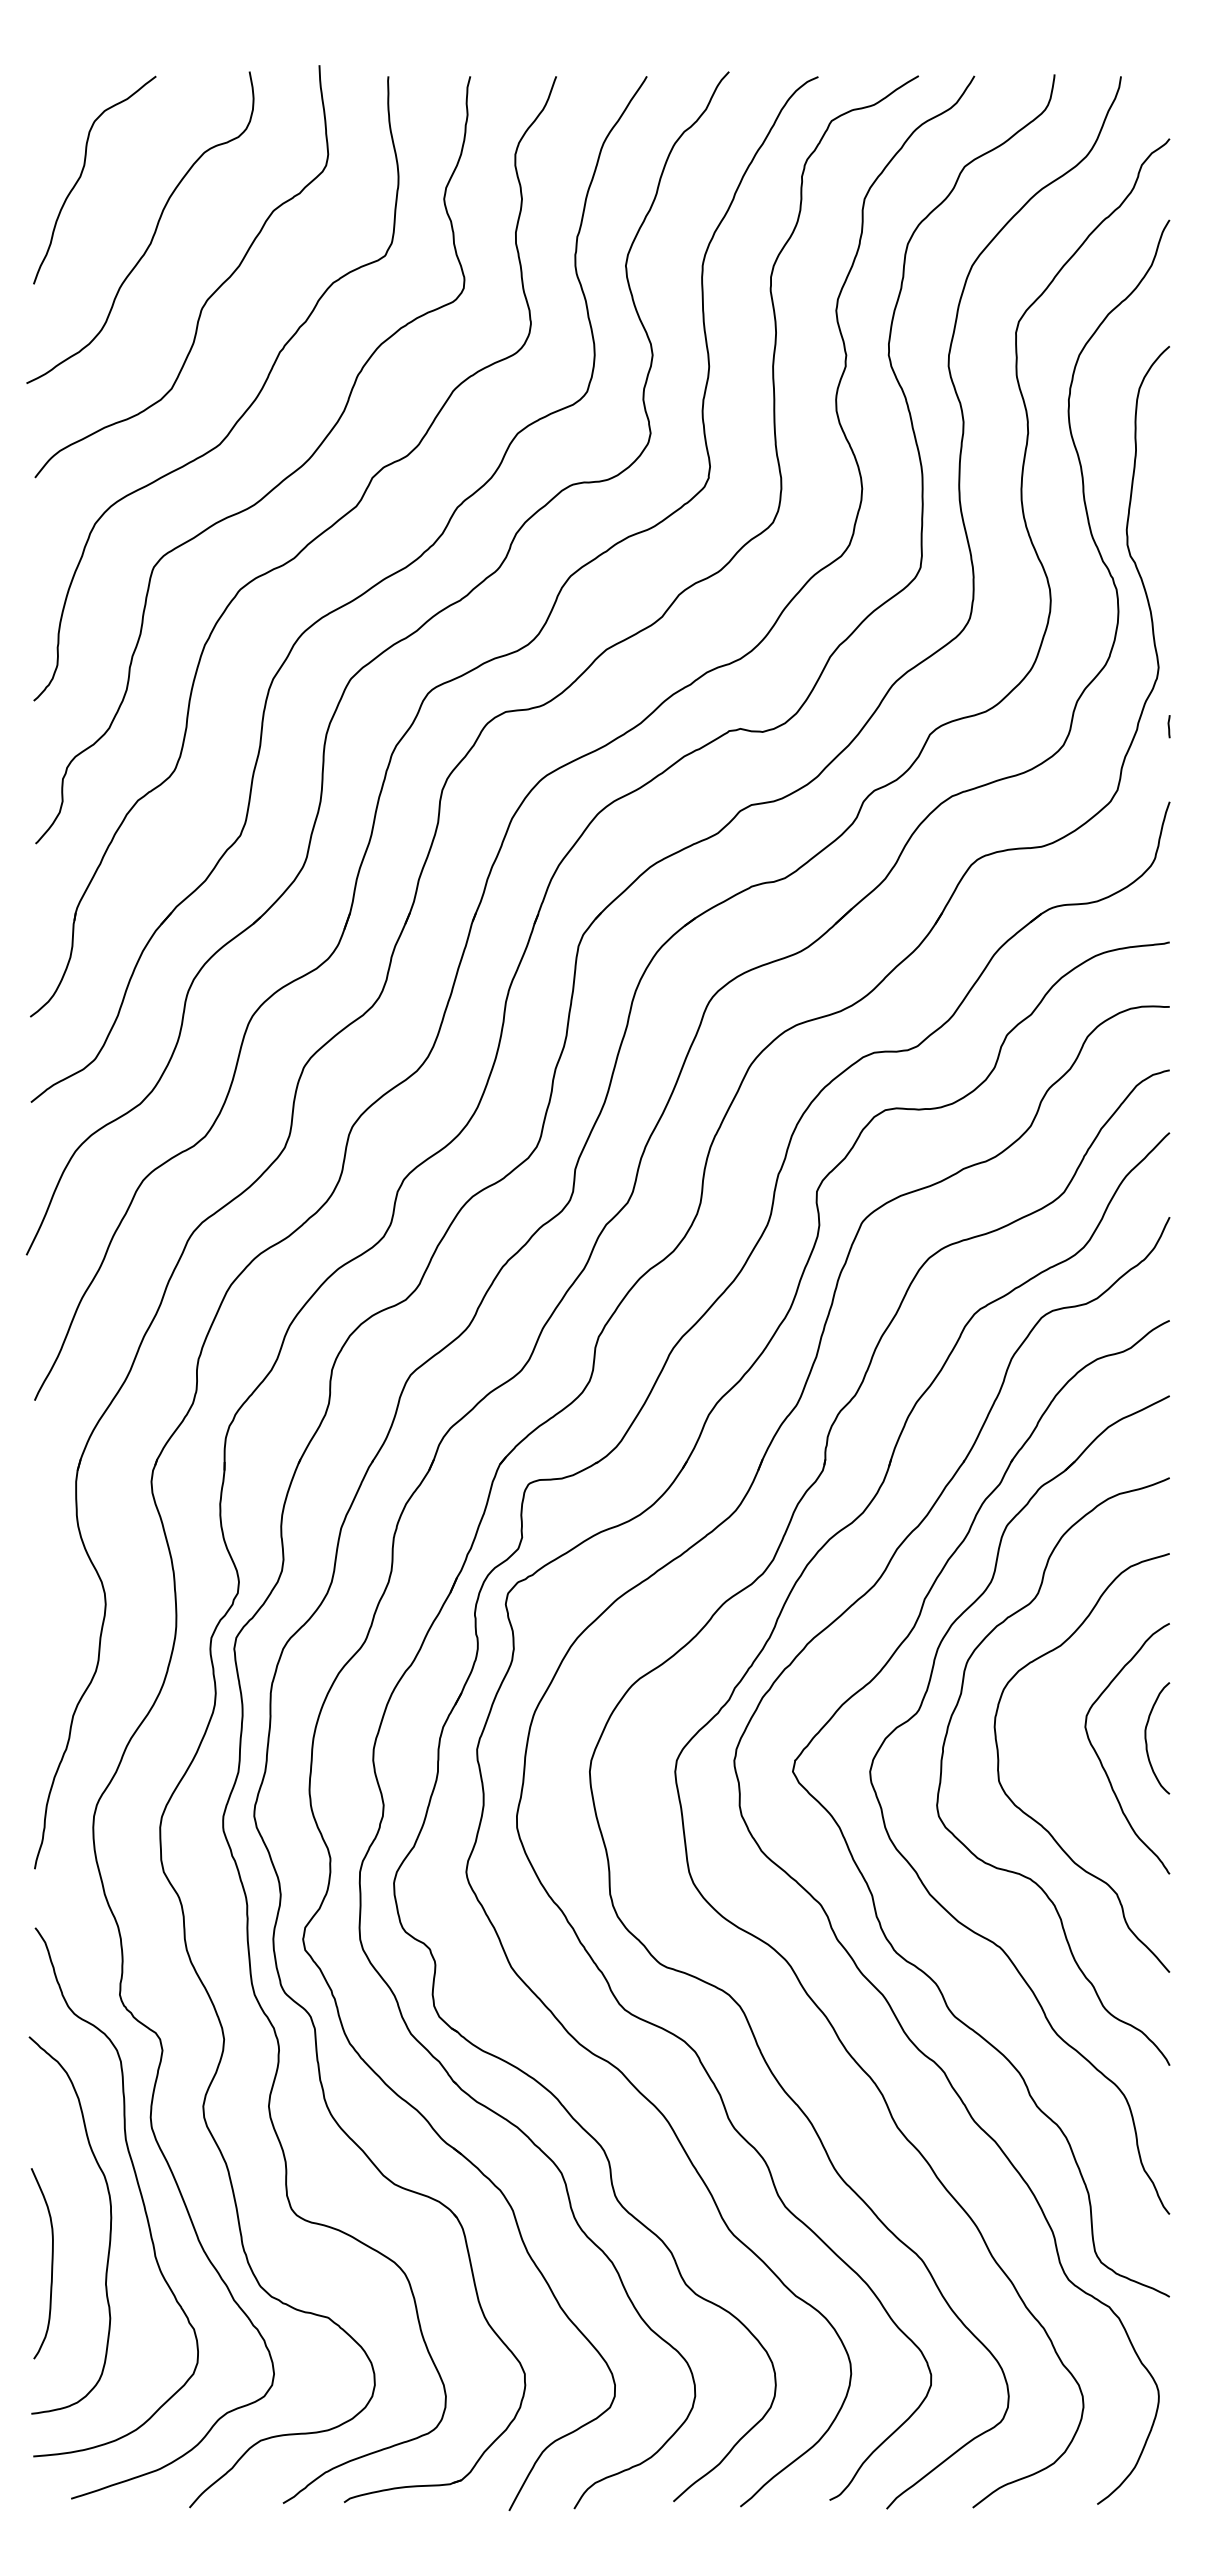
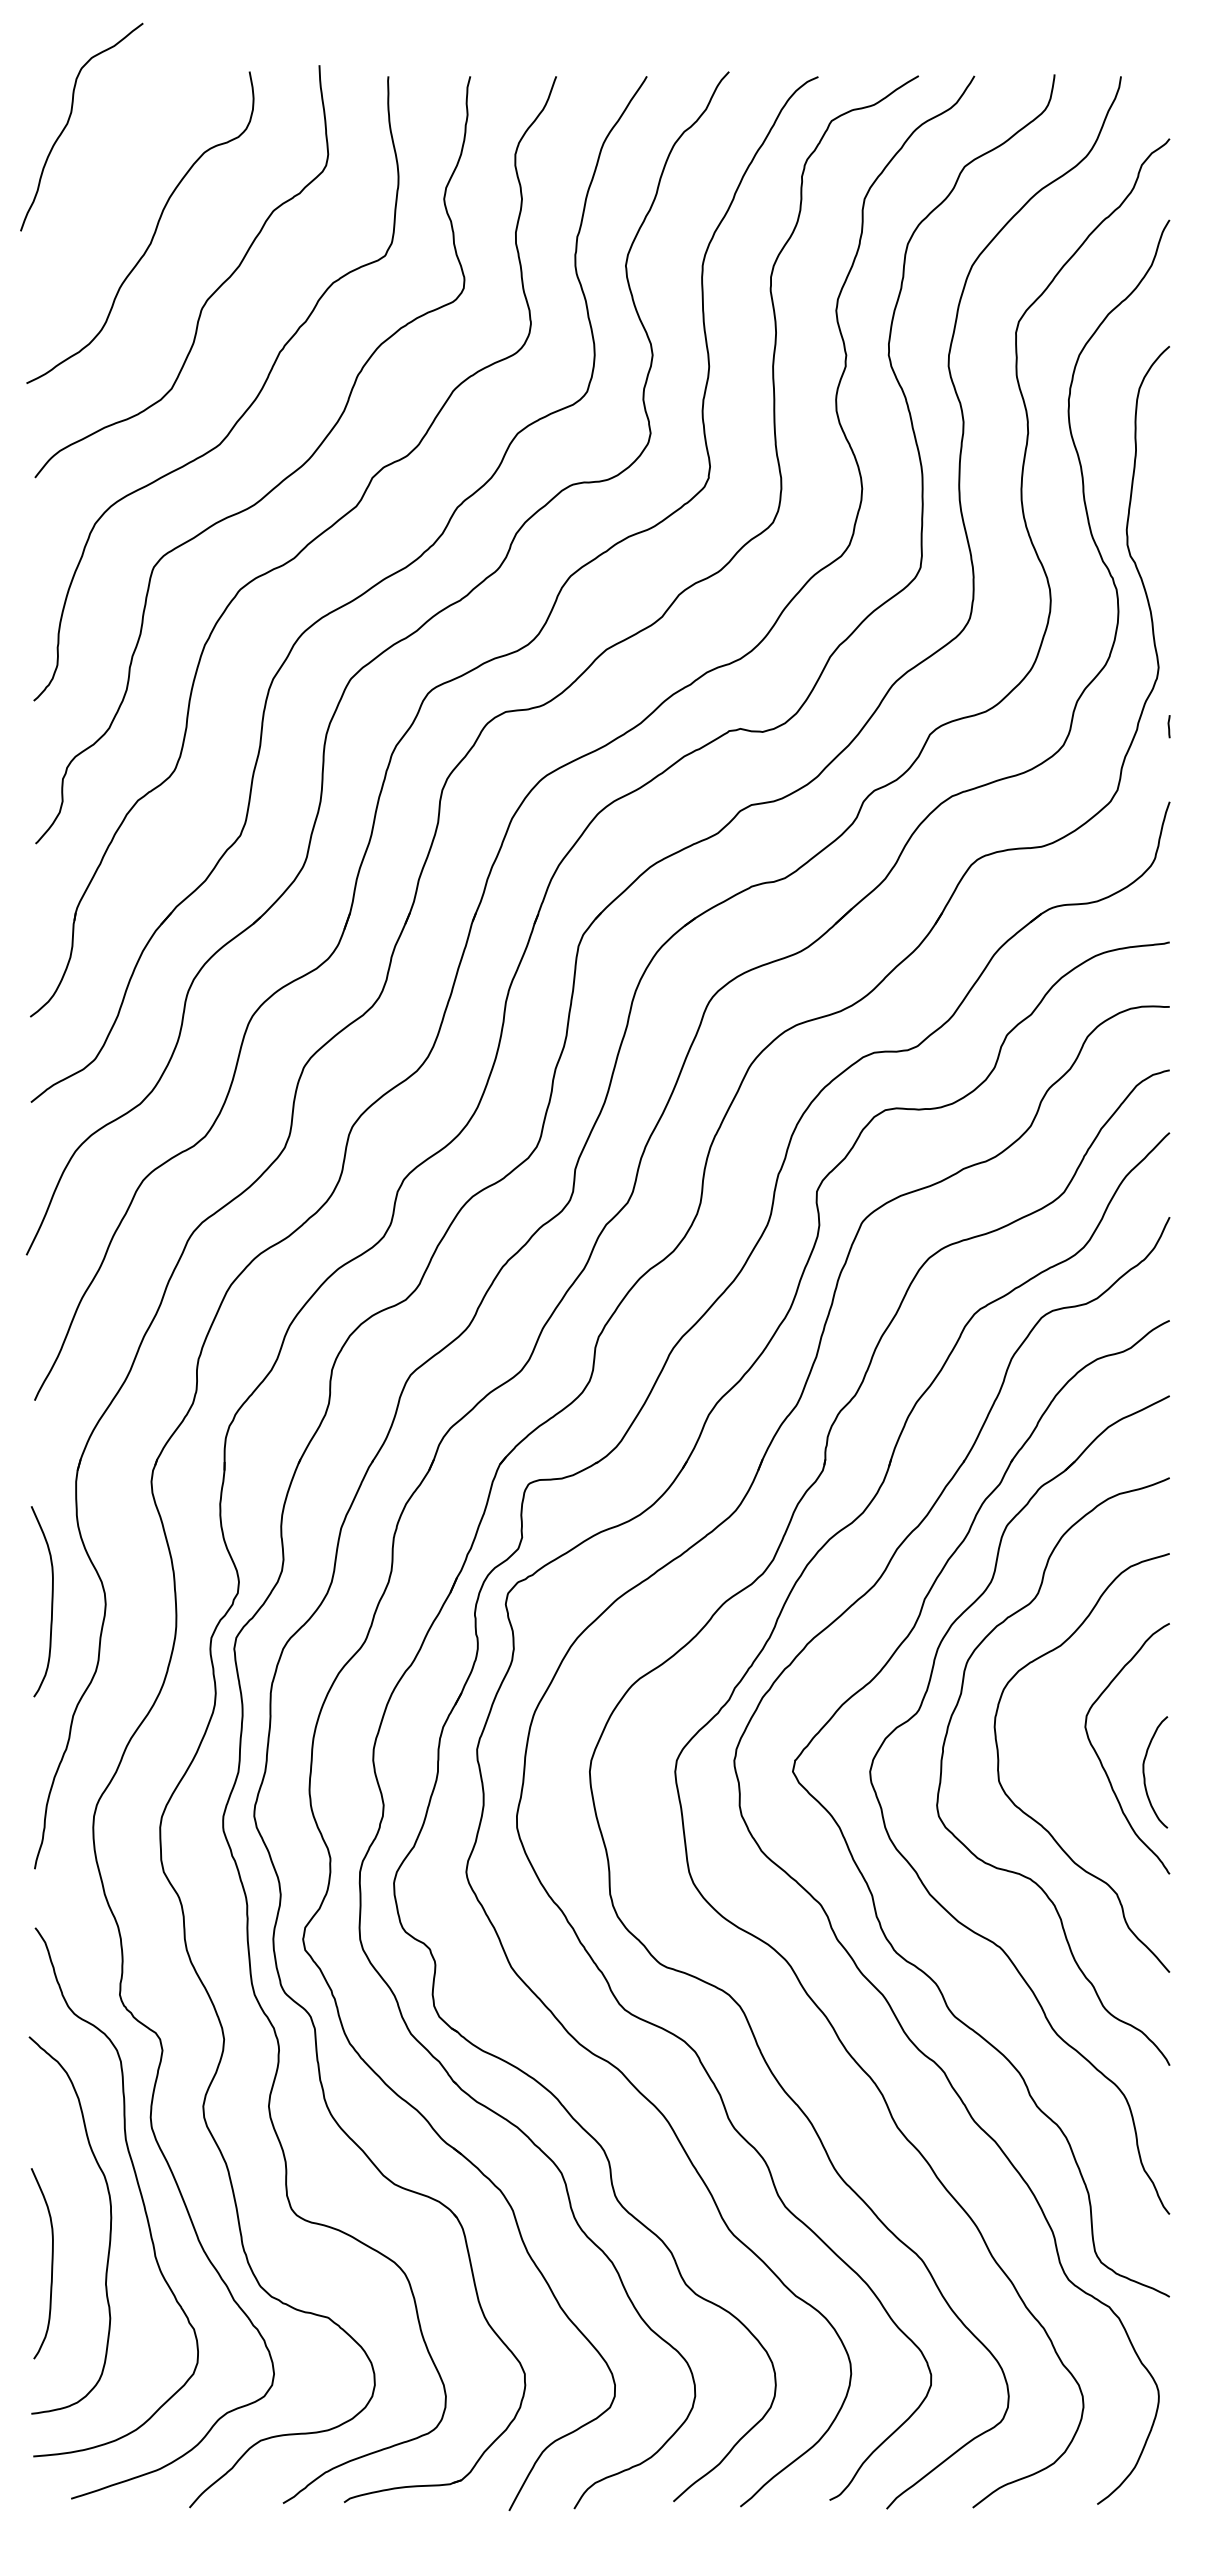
curve at (82, 174) position: (82, 174) -> (69, 121)
curve at (51, 1601): none -> present
curve at (1147, 1742) position: (1147, 1742) -> (1145, 1776)
